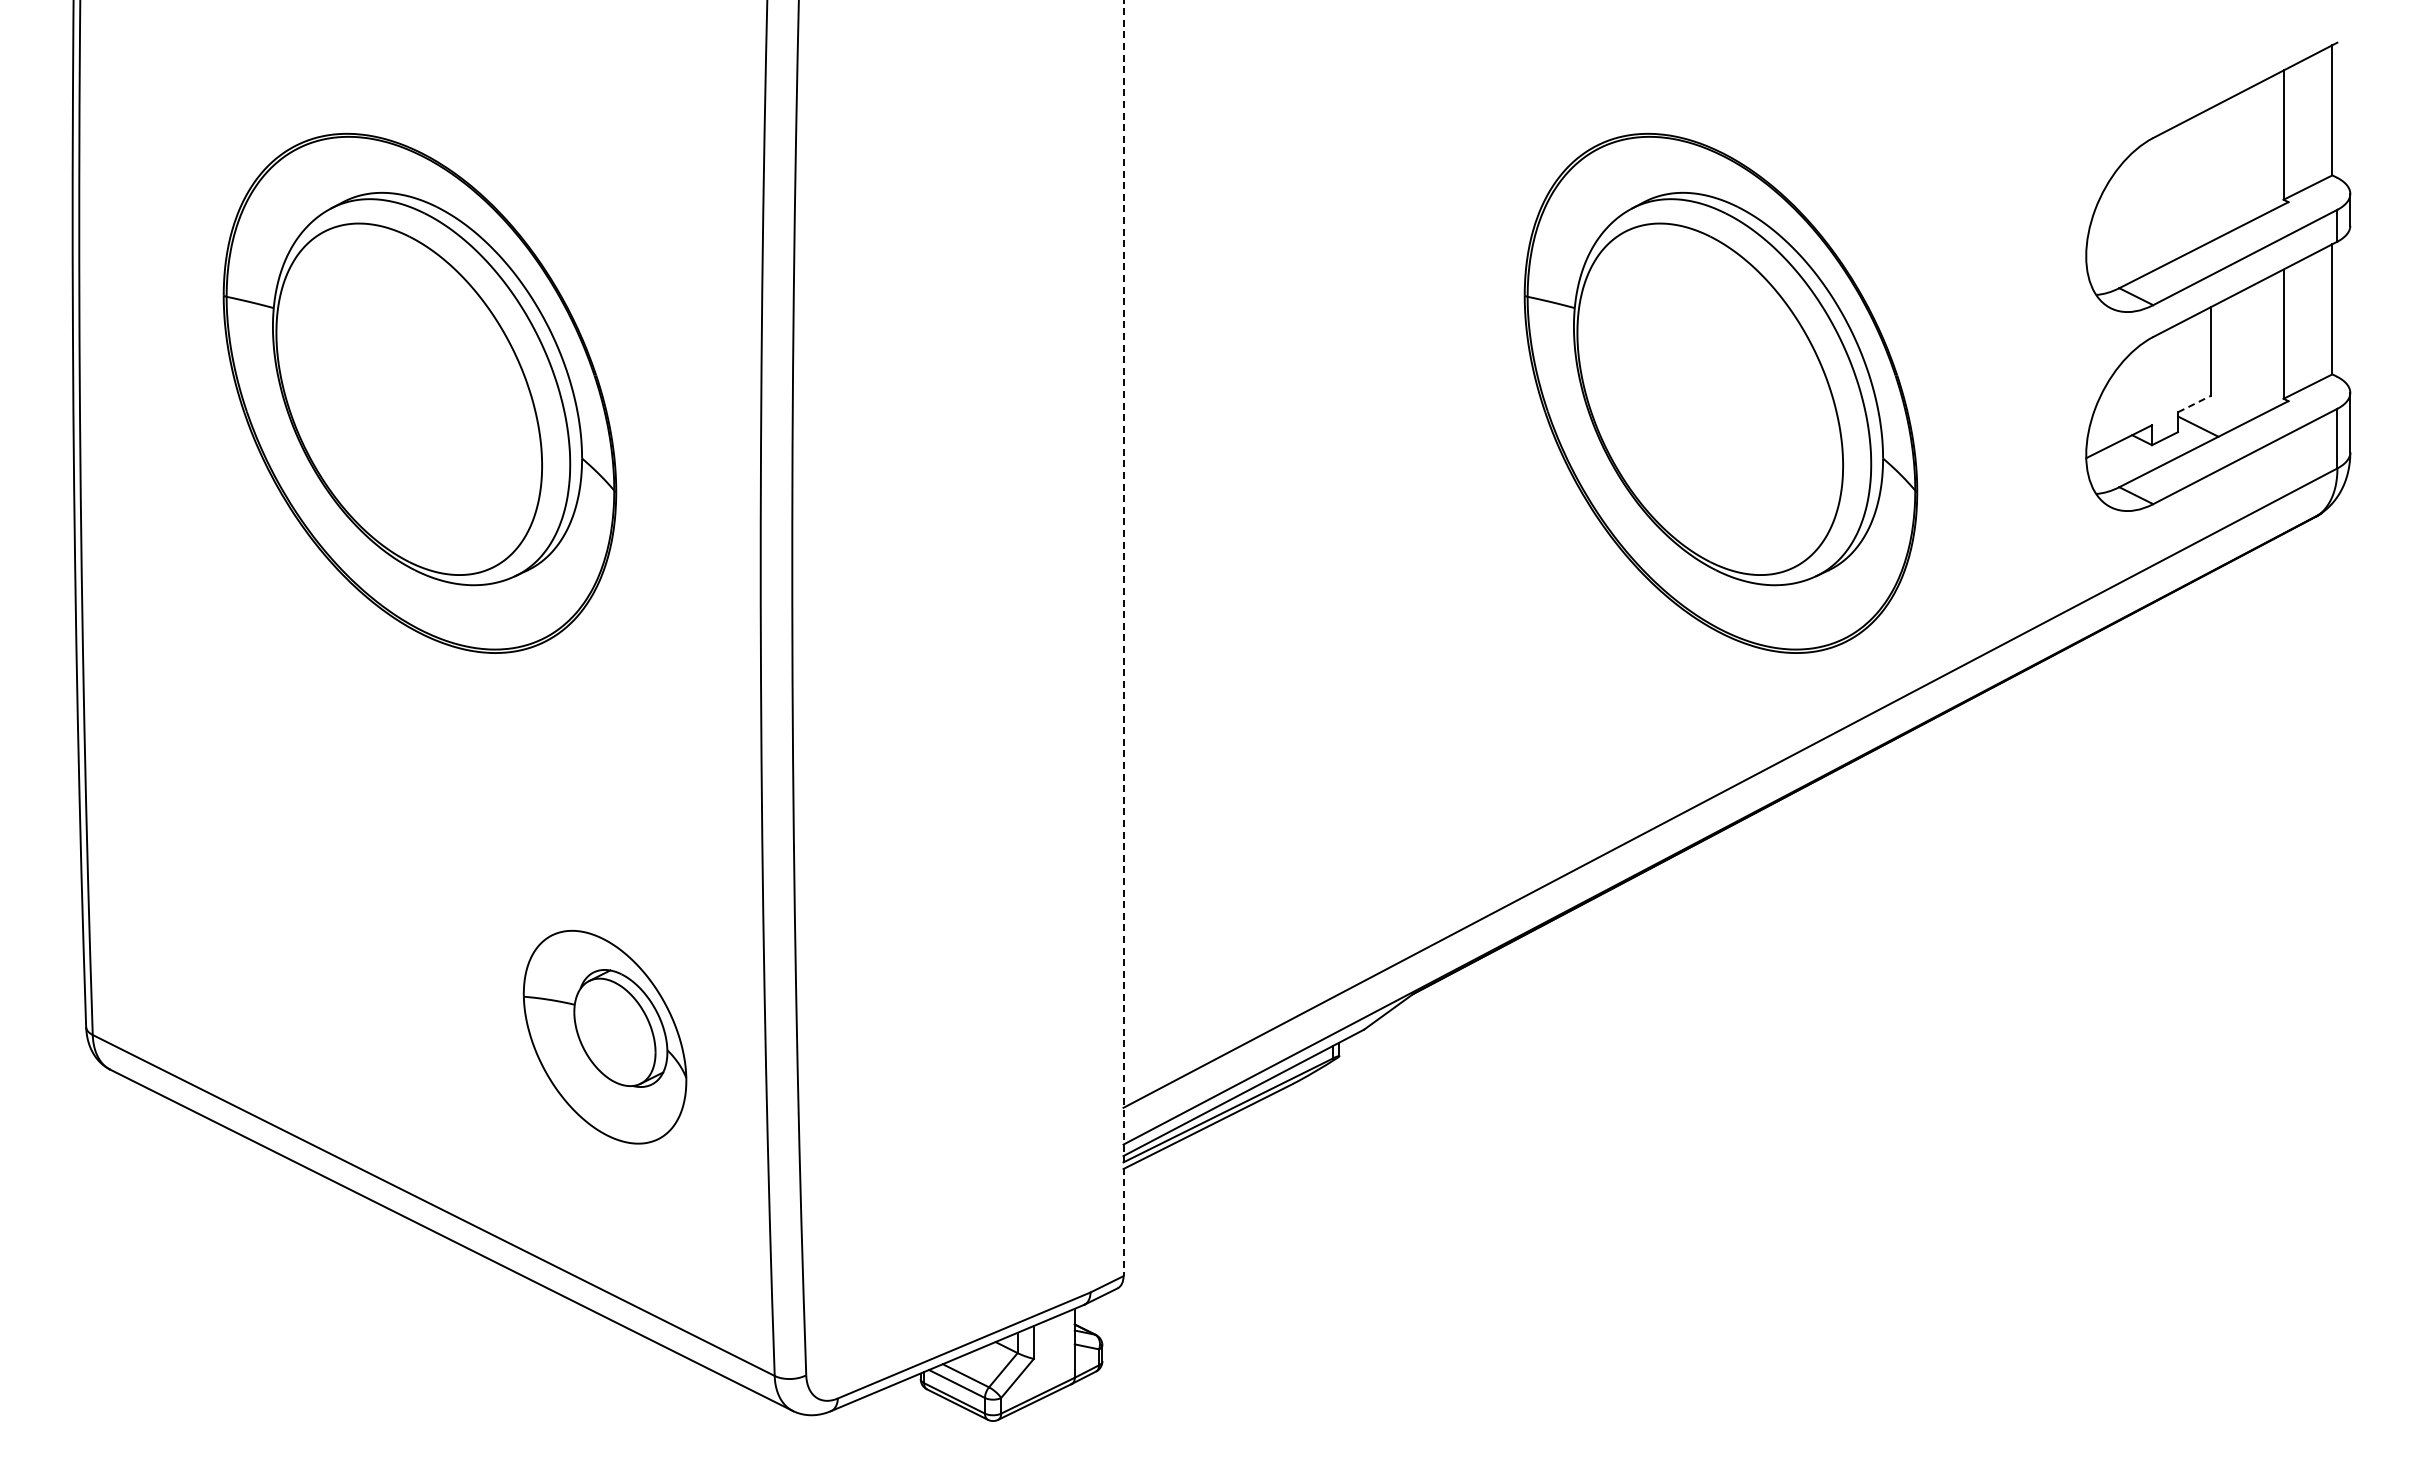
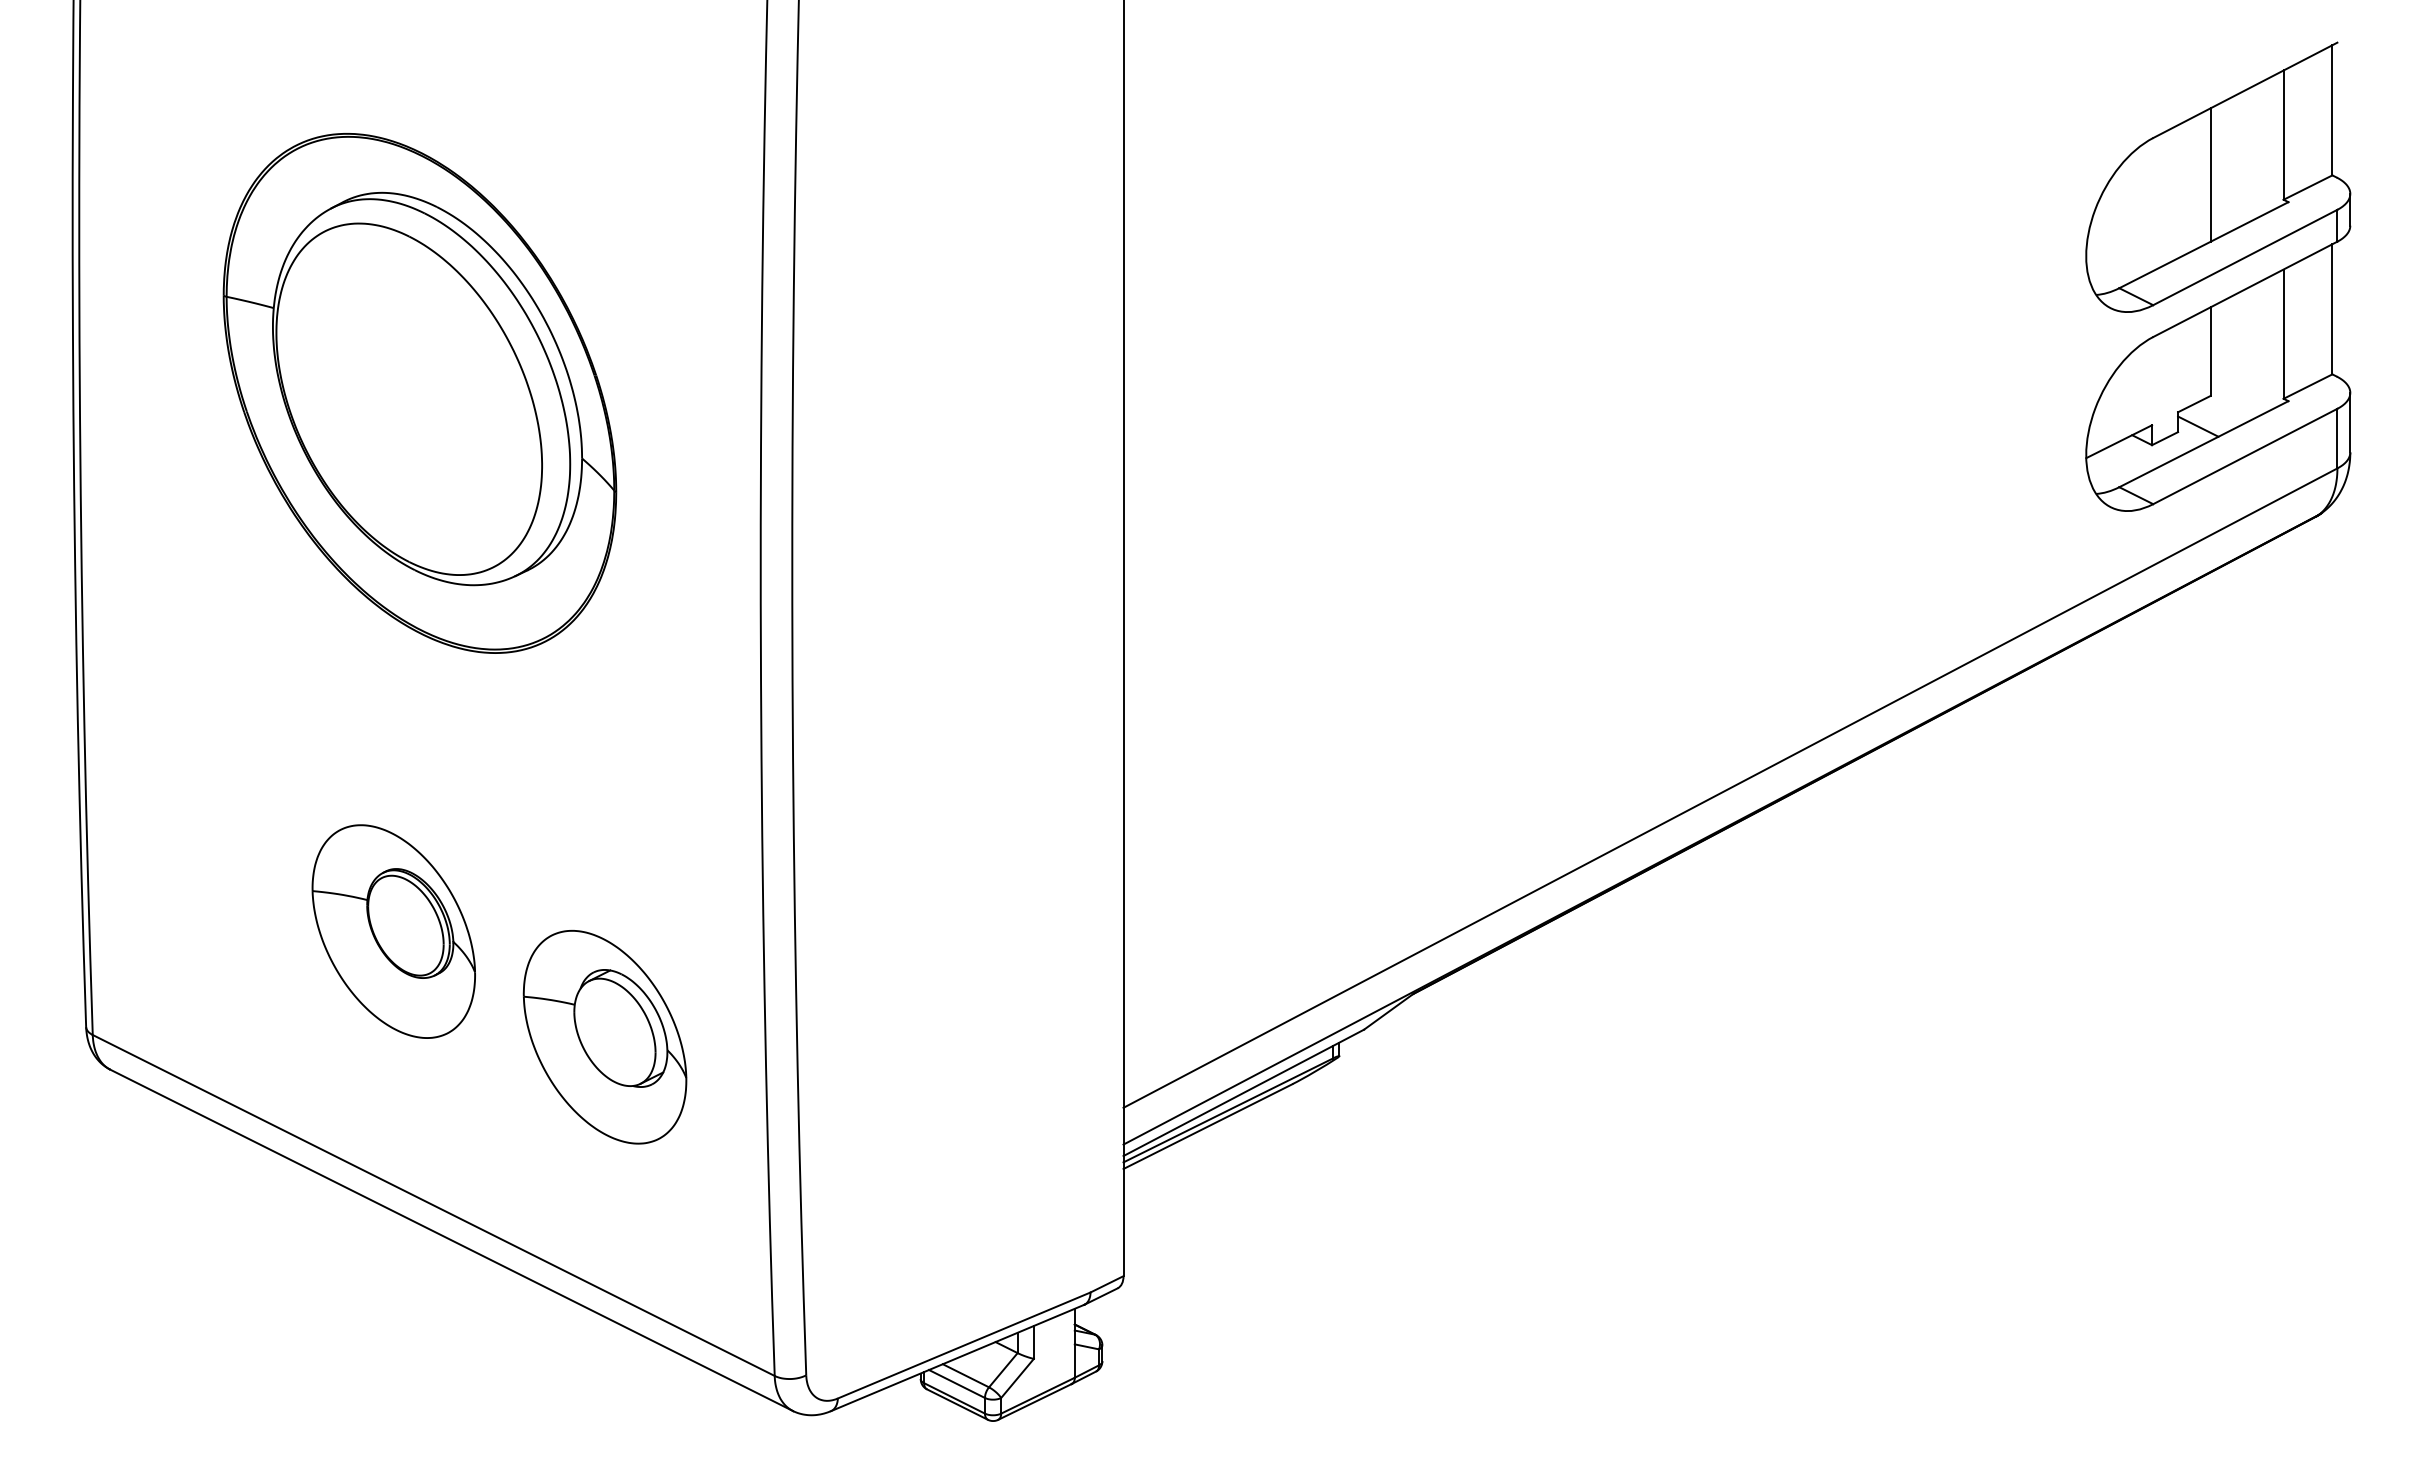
line at (2210, 174): none -> present
part at (1720, 393): present -> none
line at (2194, 403): dashed -> solid
line at (1123, 638): dashed -> solid
part at (393, 931): none -> present
